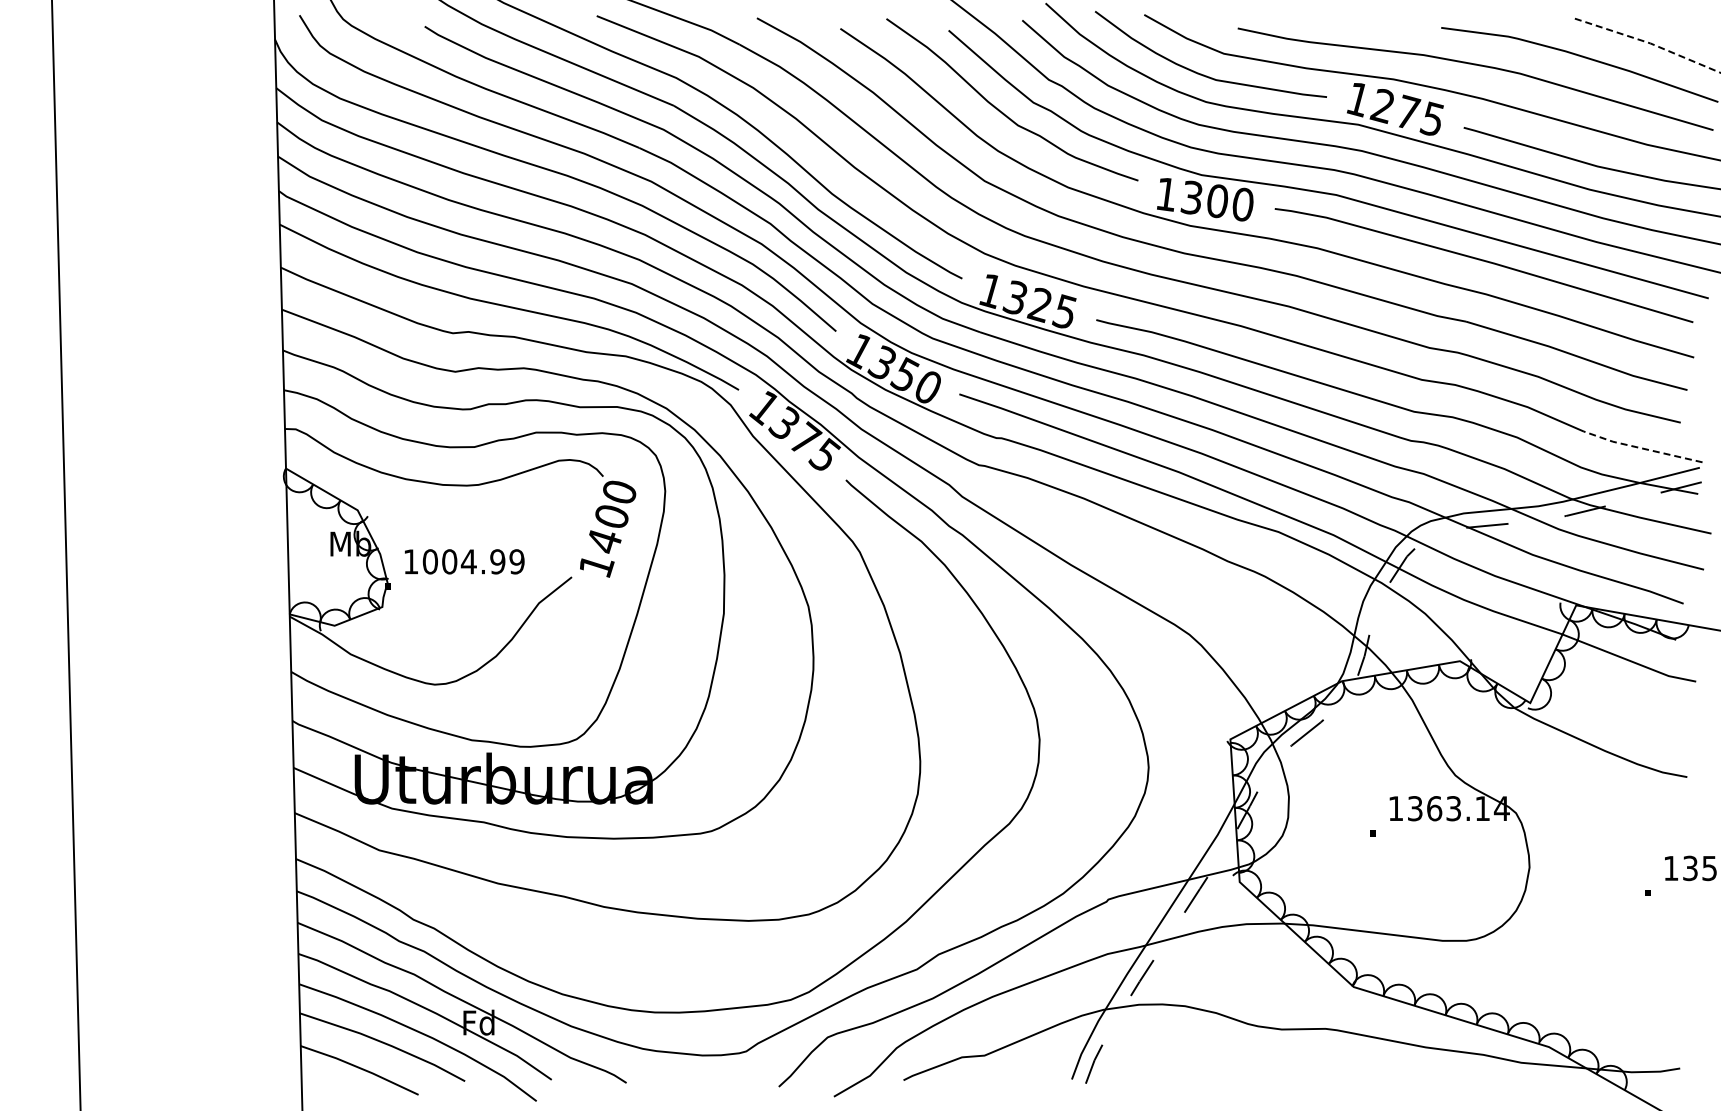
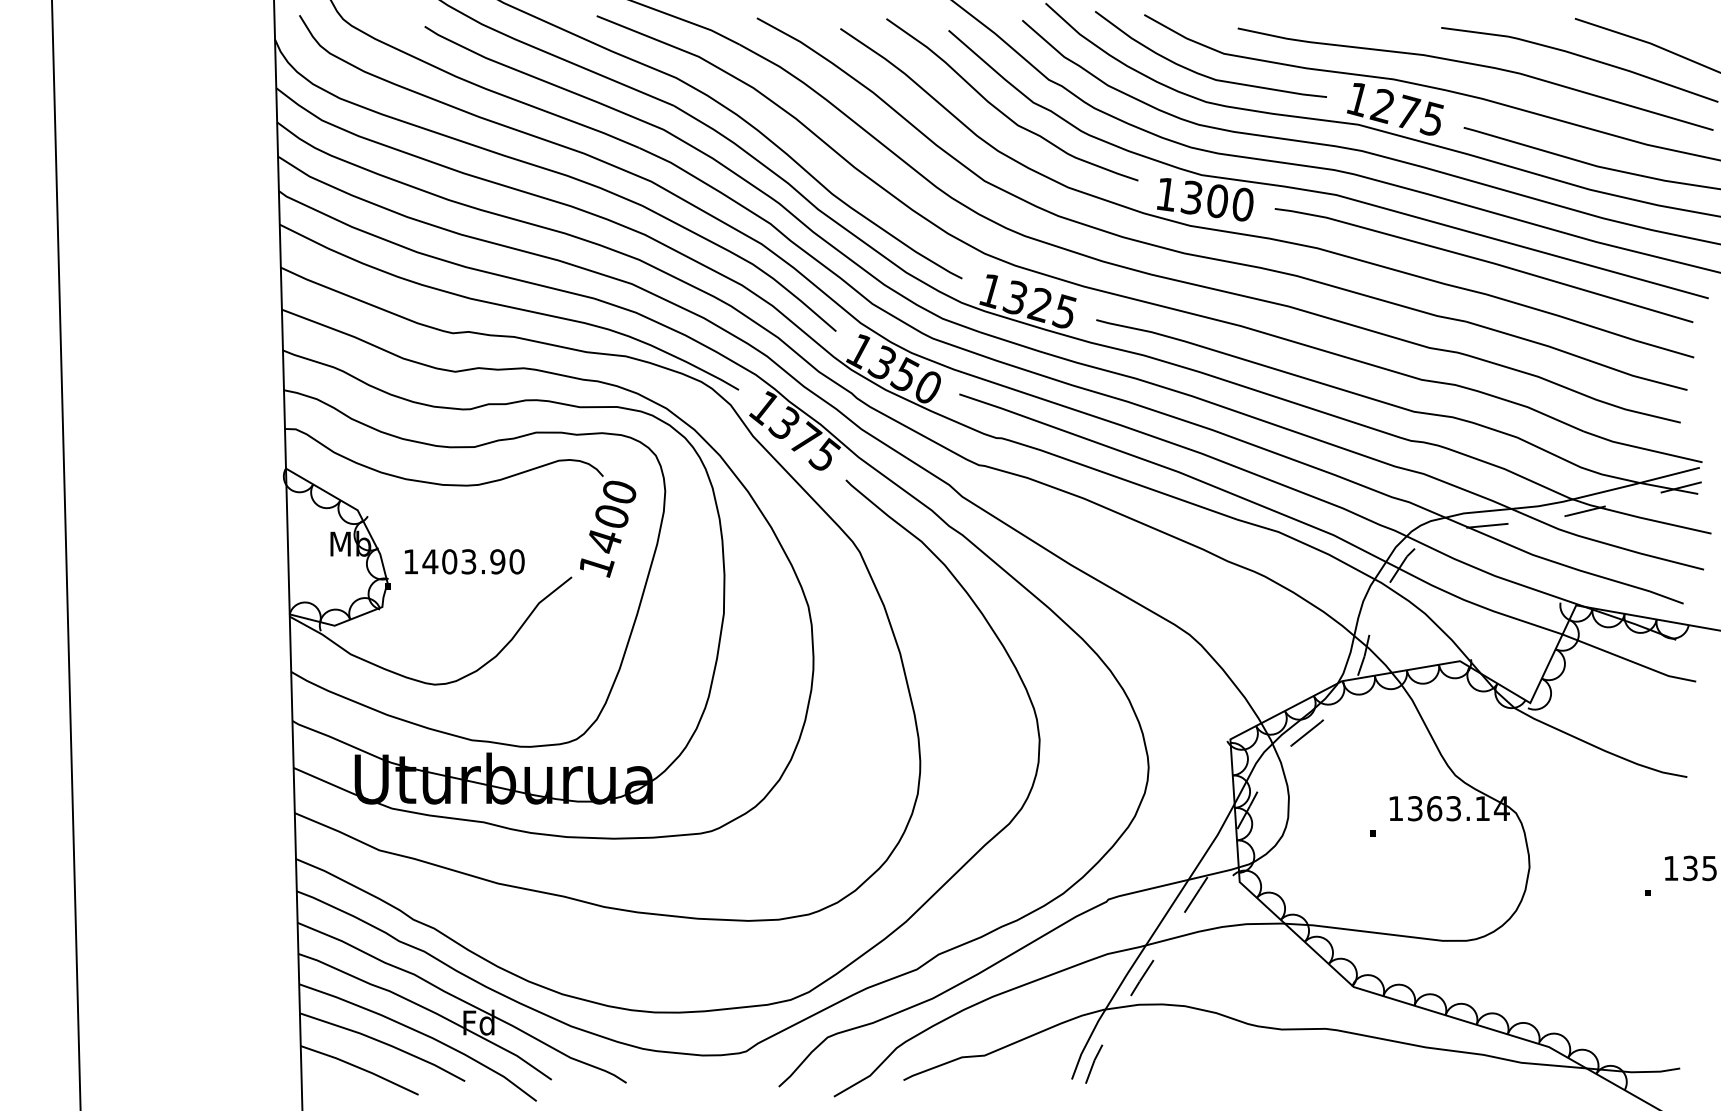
line at (1649, 43): dashed -> solid
line at (1642, 448): dashed -> solid
text at (473, 561): 1004.99 -> 1403.90
